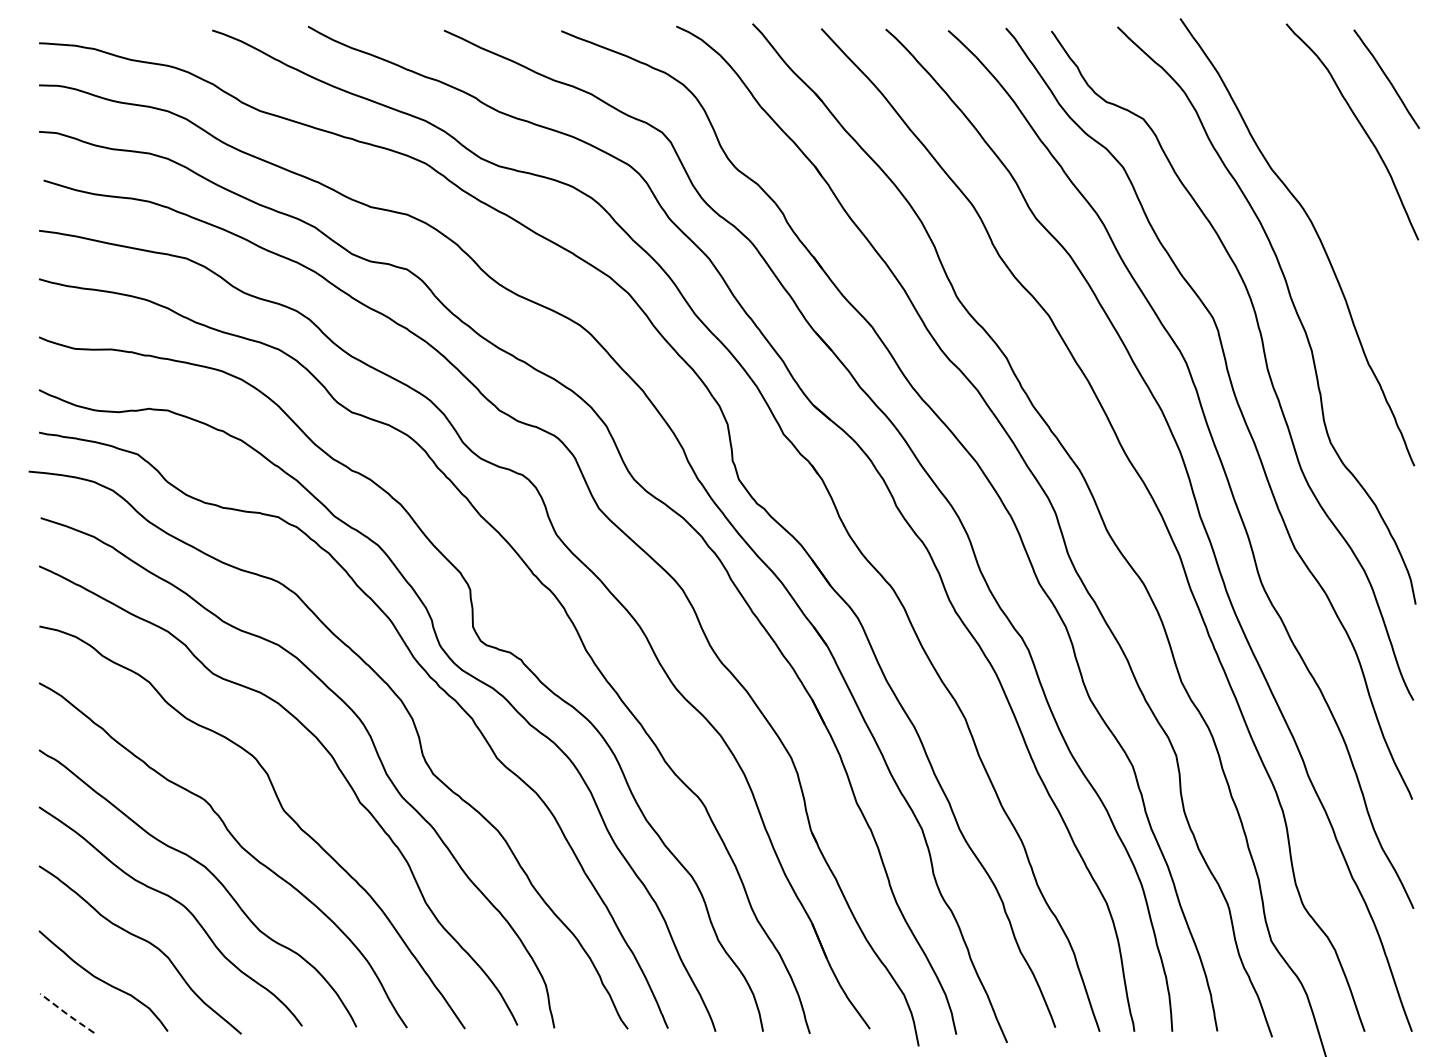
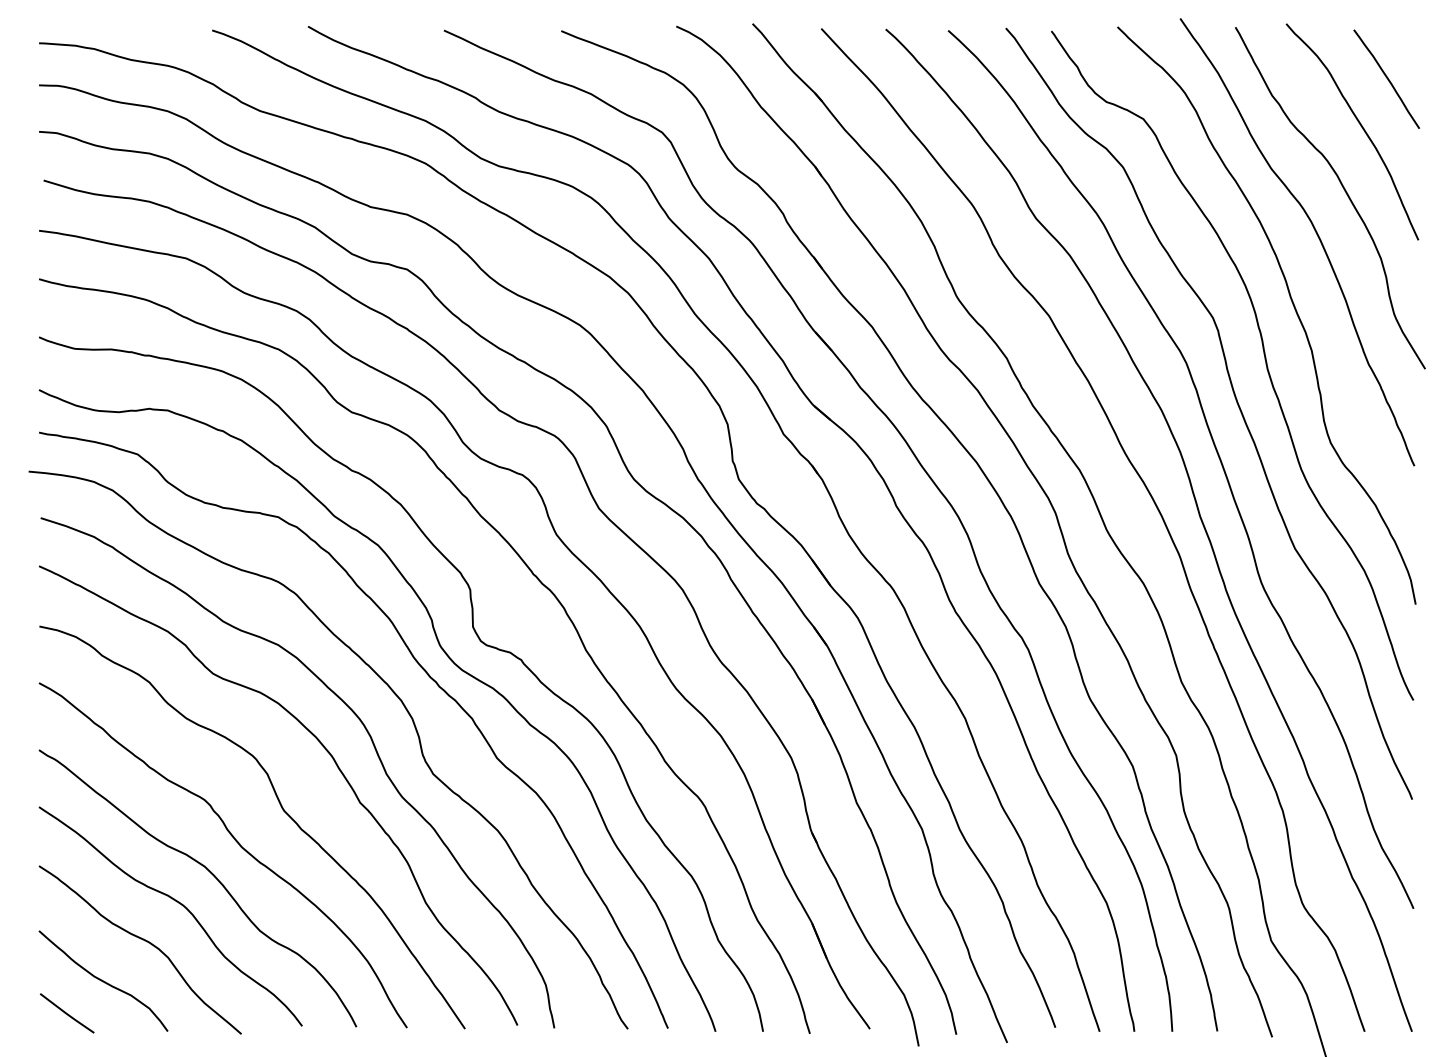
curve at (1344, 191): none -> present
line at (66, 1013): dashed -> solid
